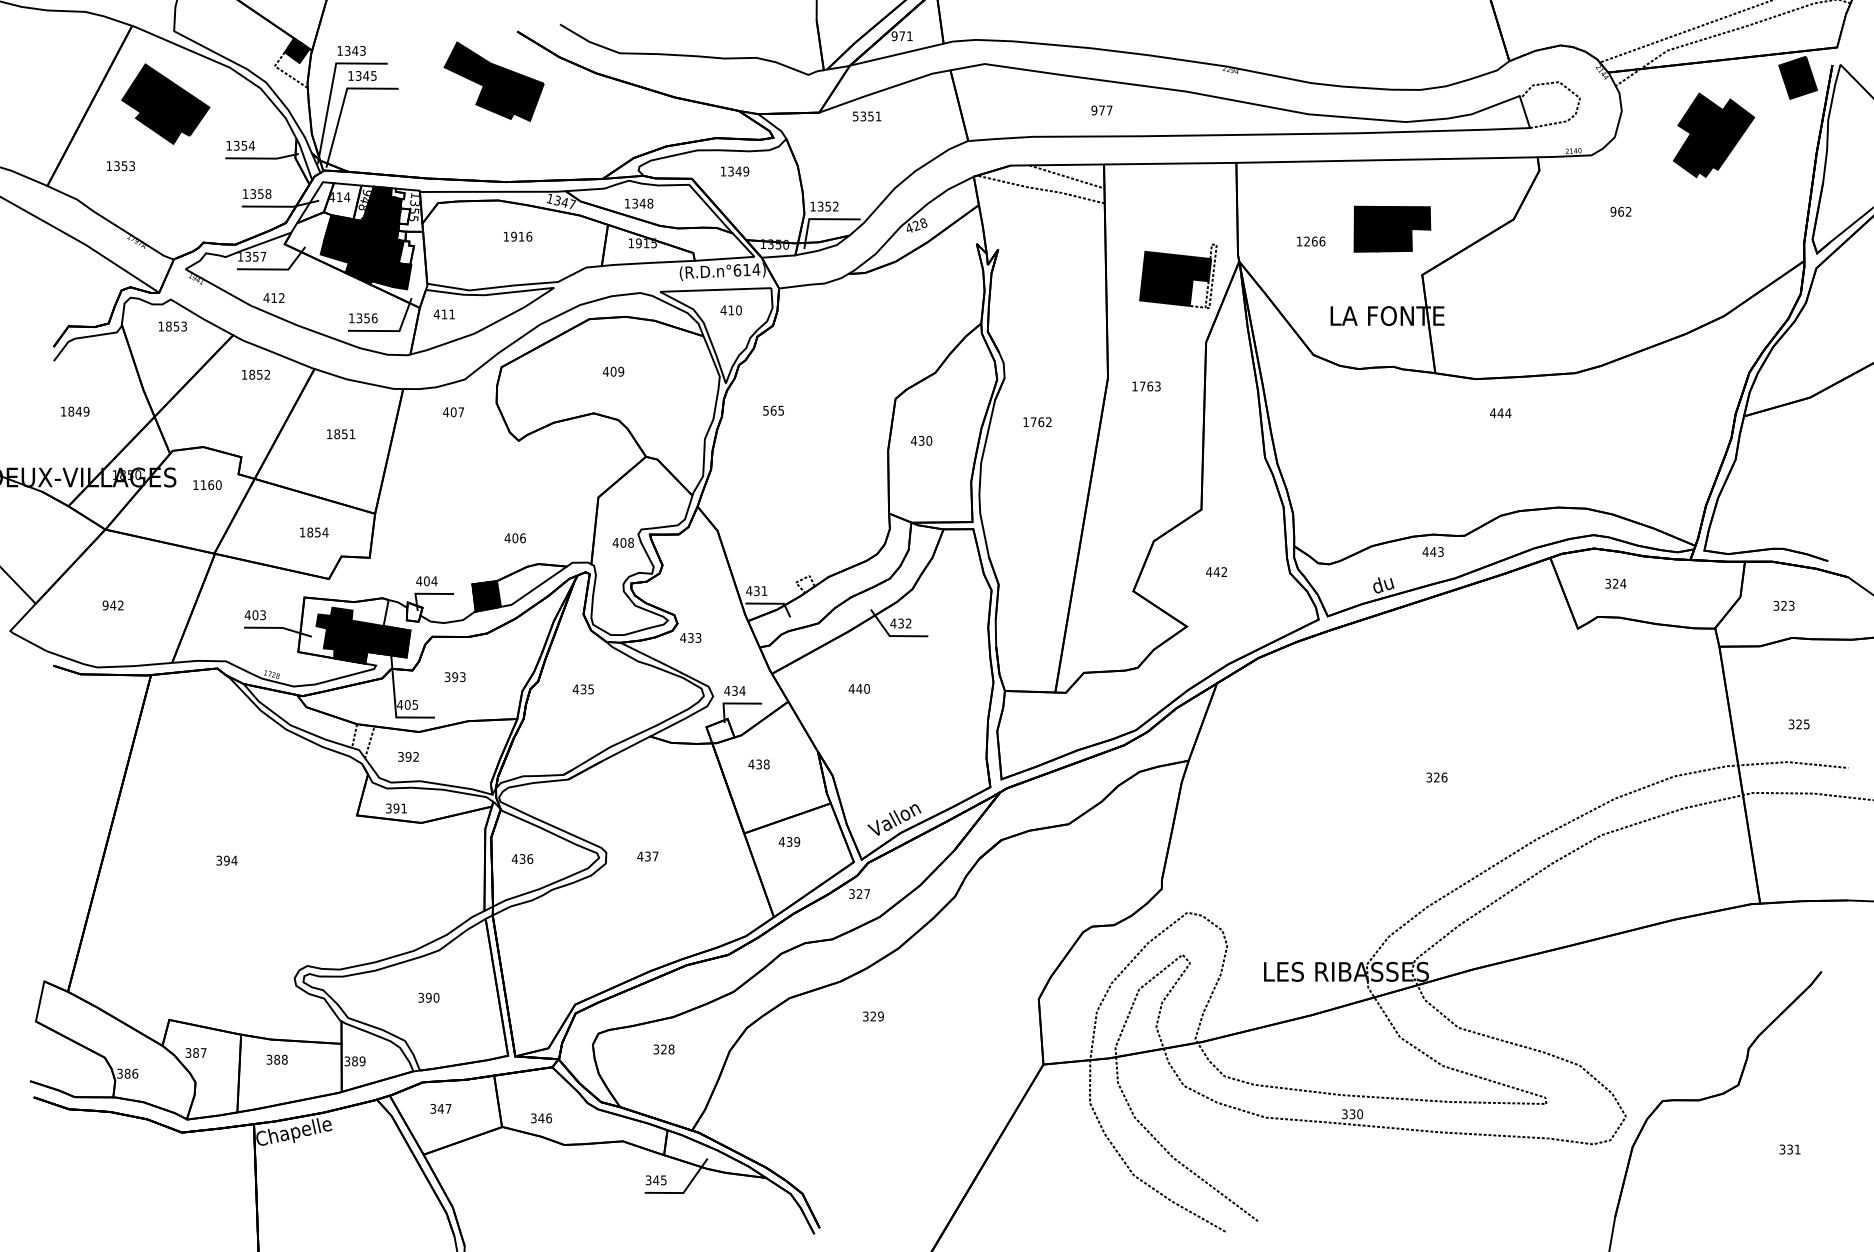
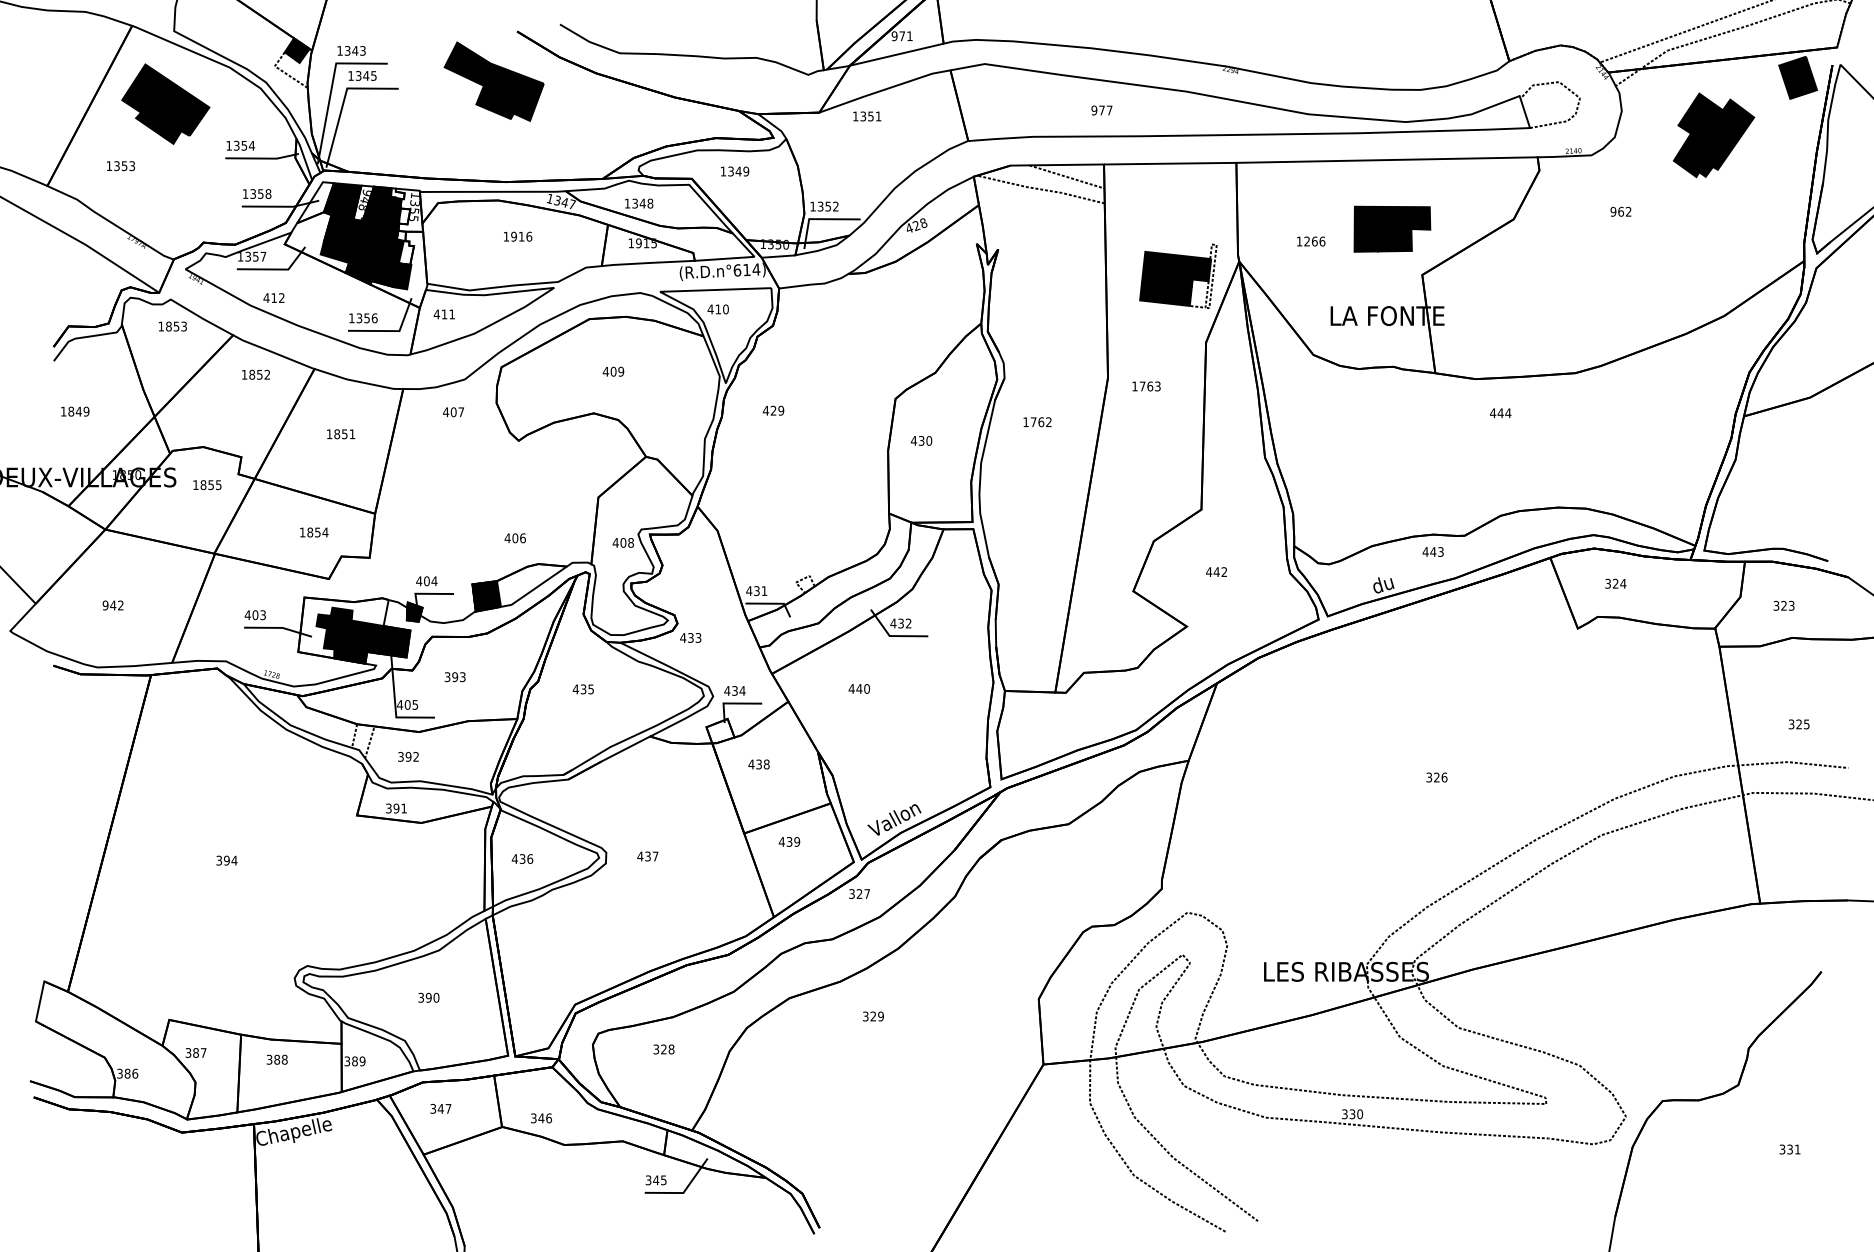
text at (855, 116): 5351 -> 1351
fill at (342, 201): none -> present
text at (730, 310) position: (730, 310) -> (717, 309)
text at (773, 410): 565 -> 429
text at (210, 485): 1160 -> 1855
fill at (414, 611): none -> present
